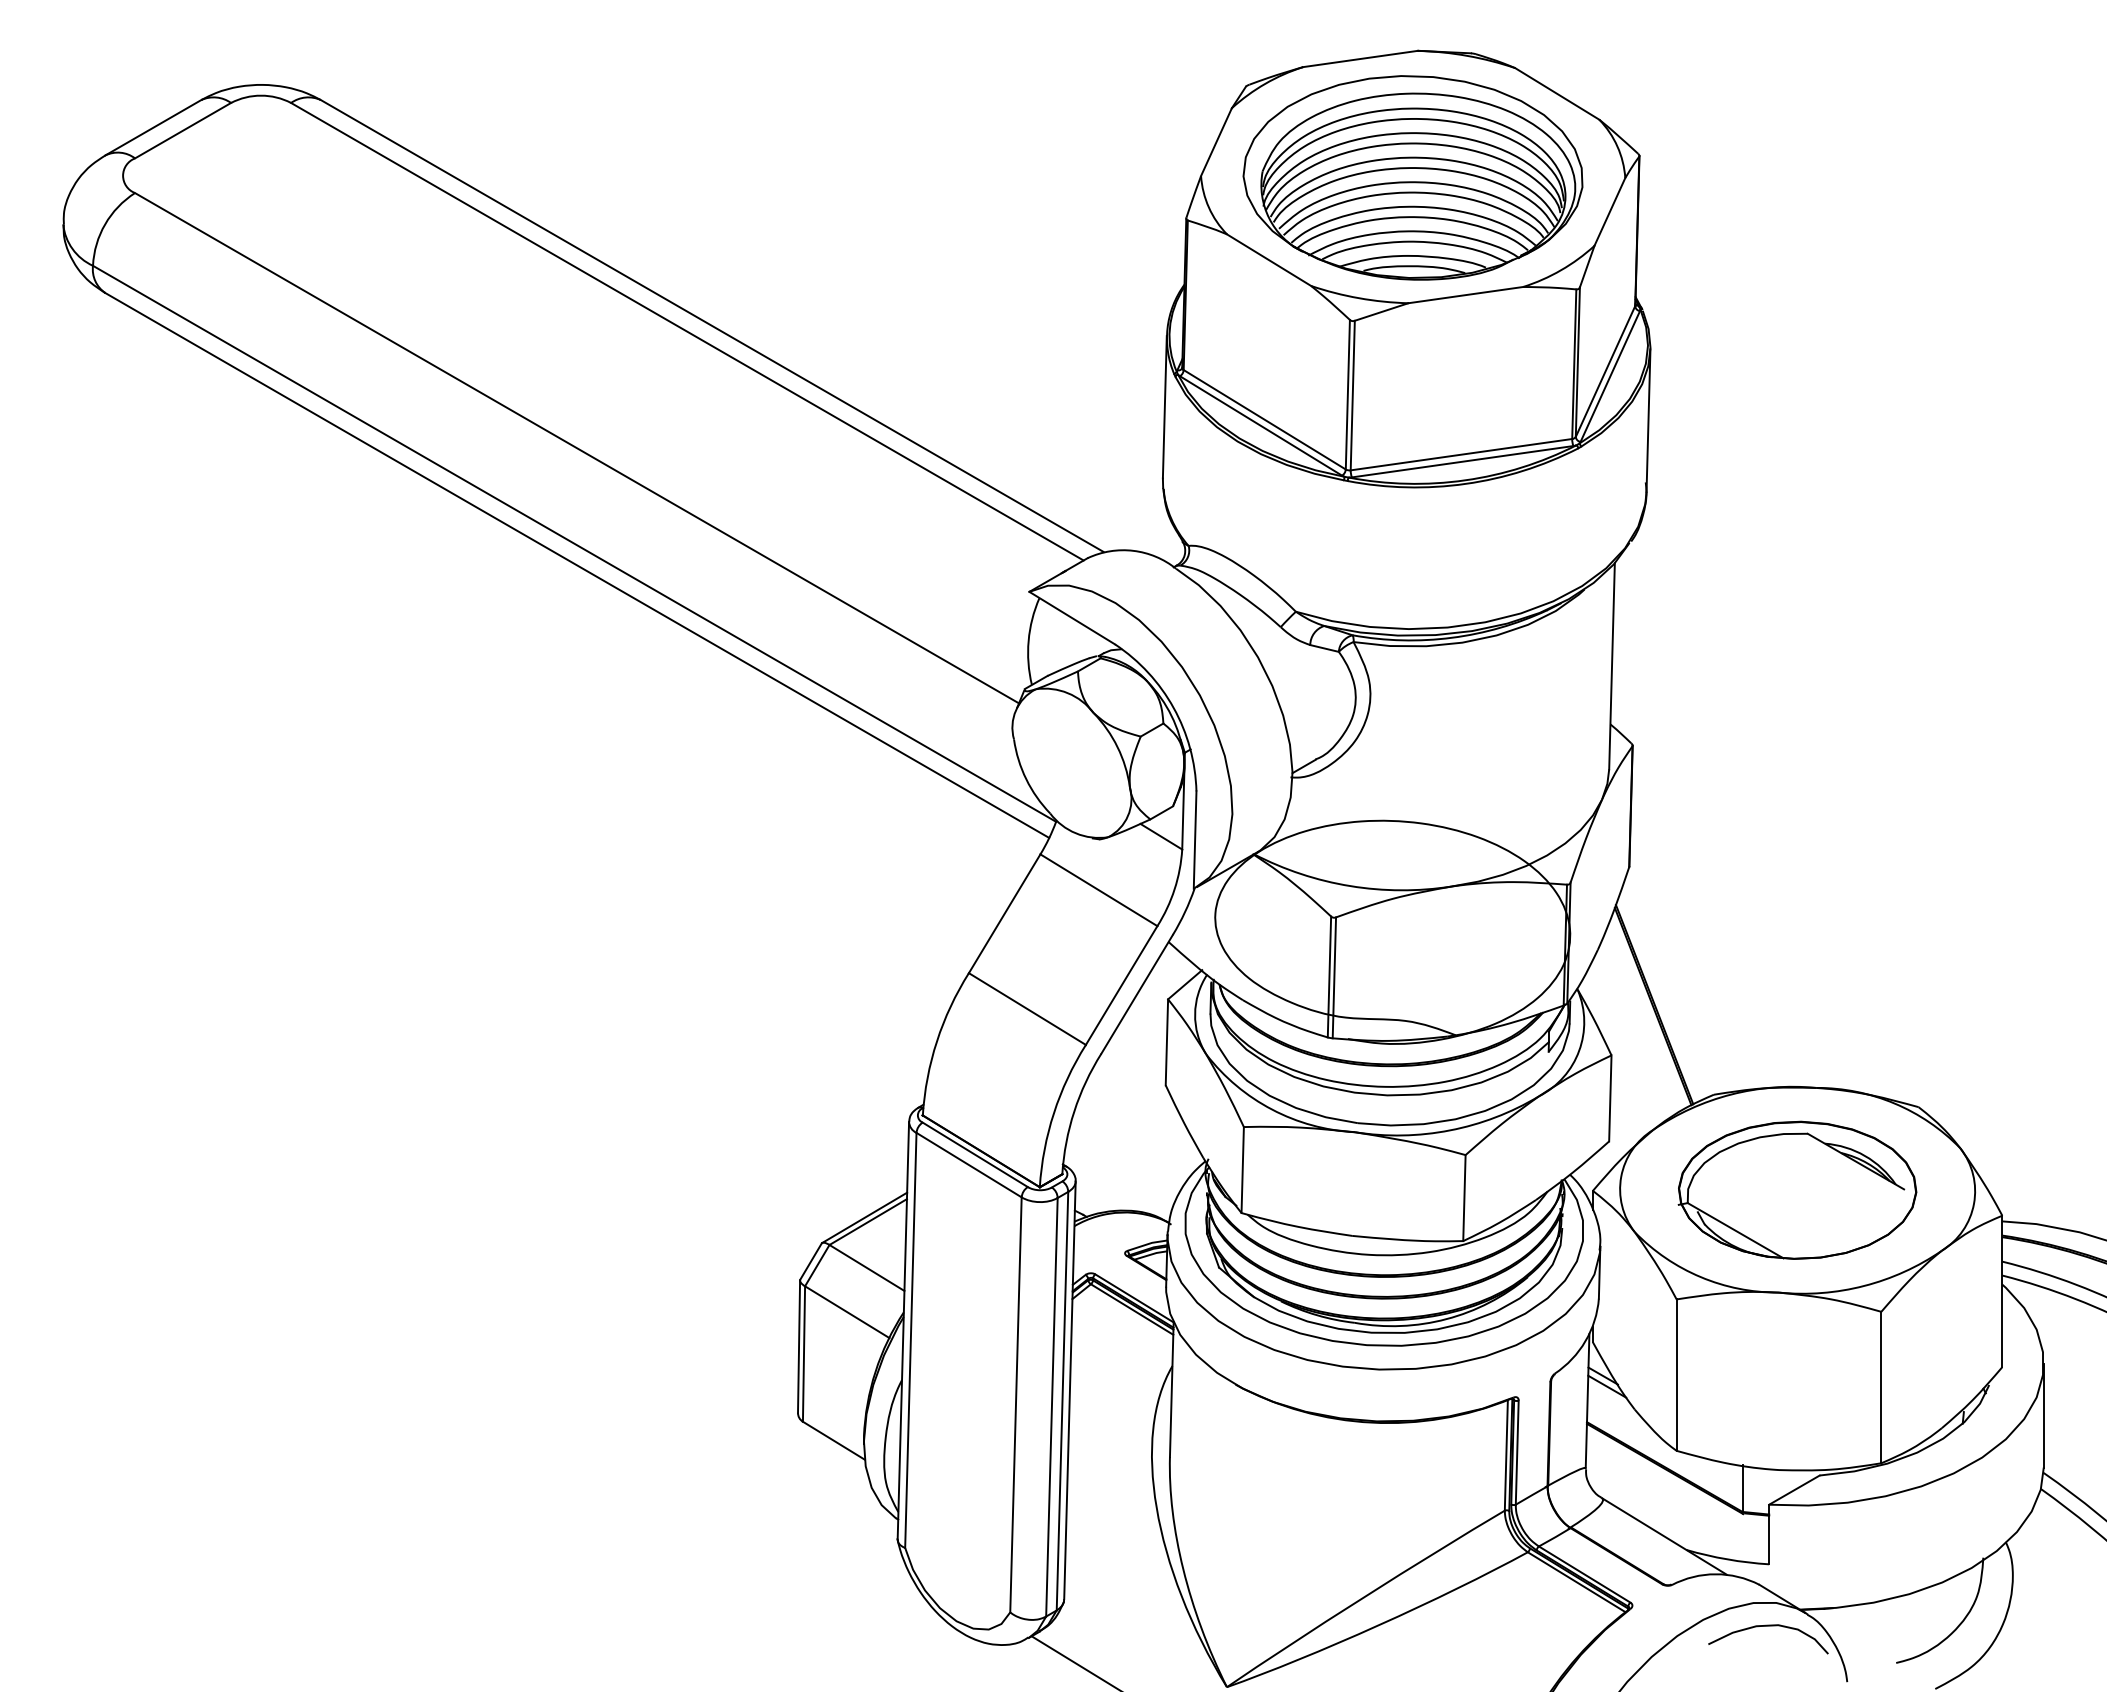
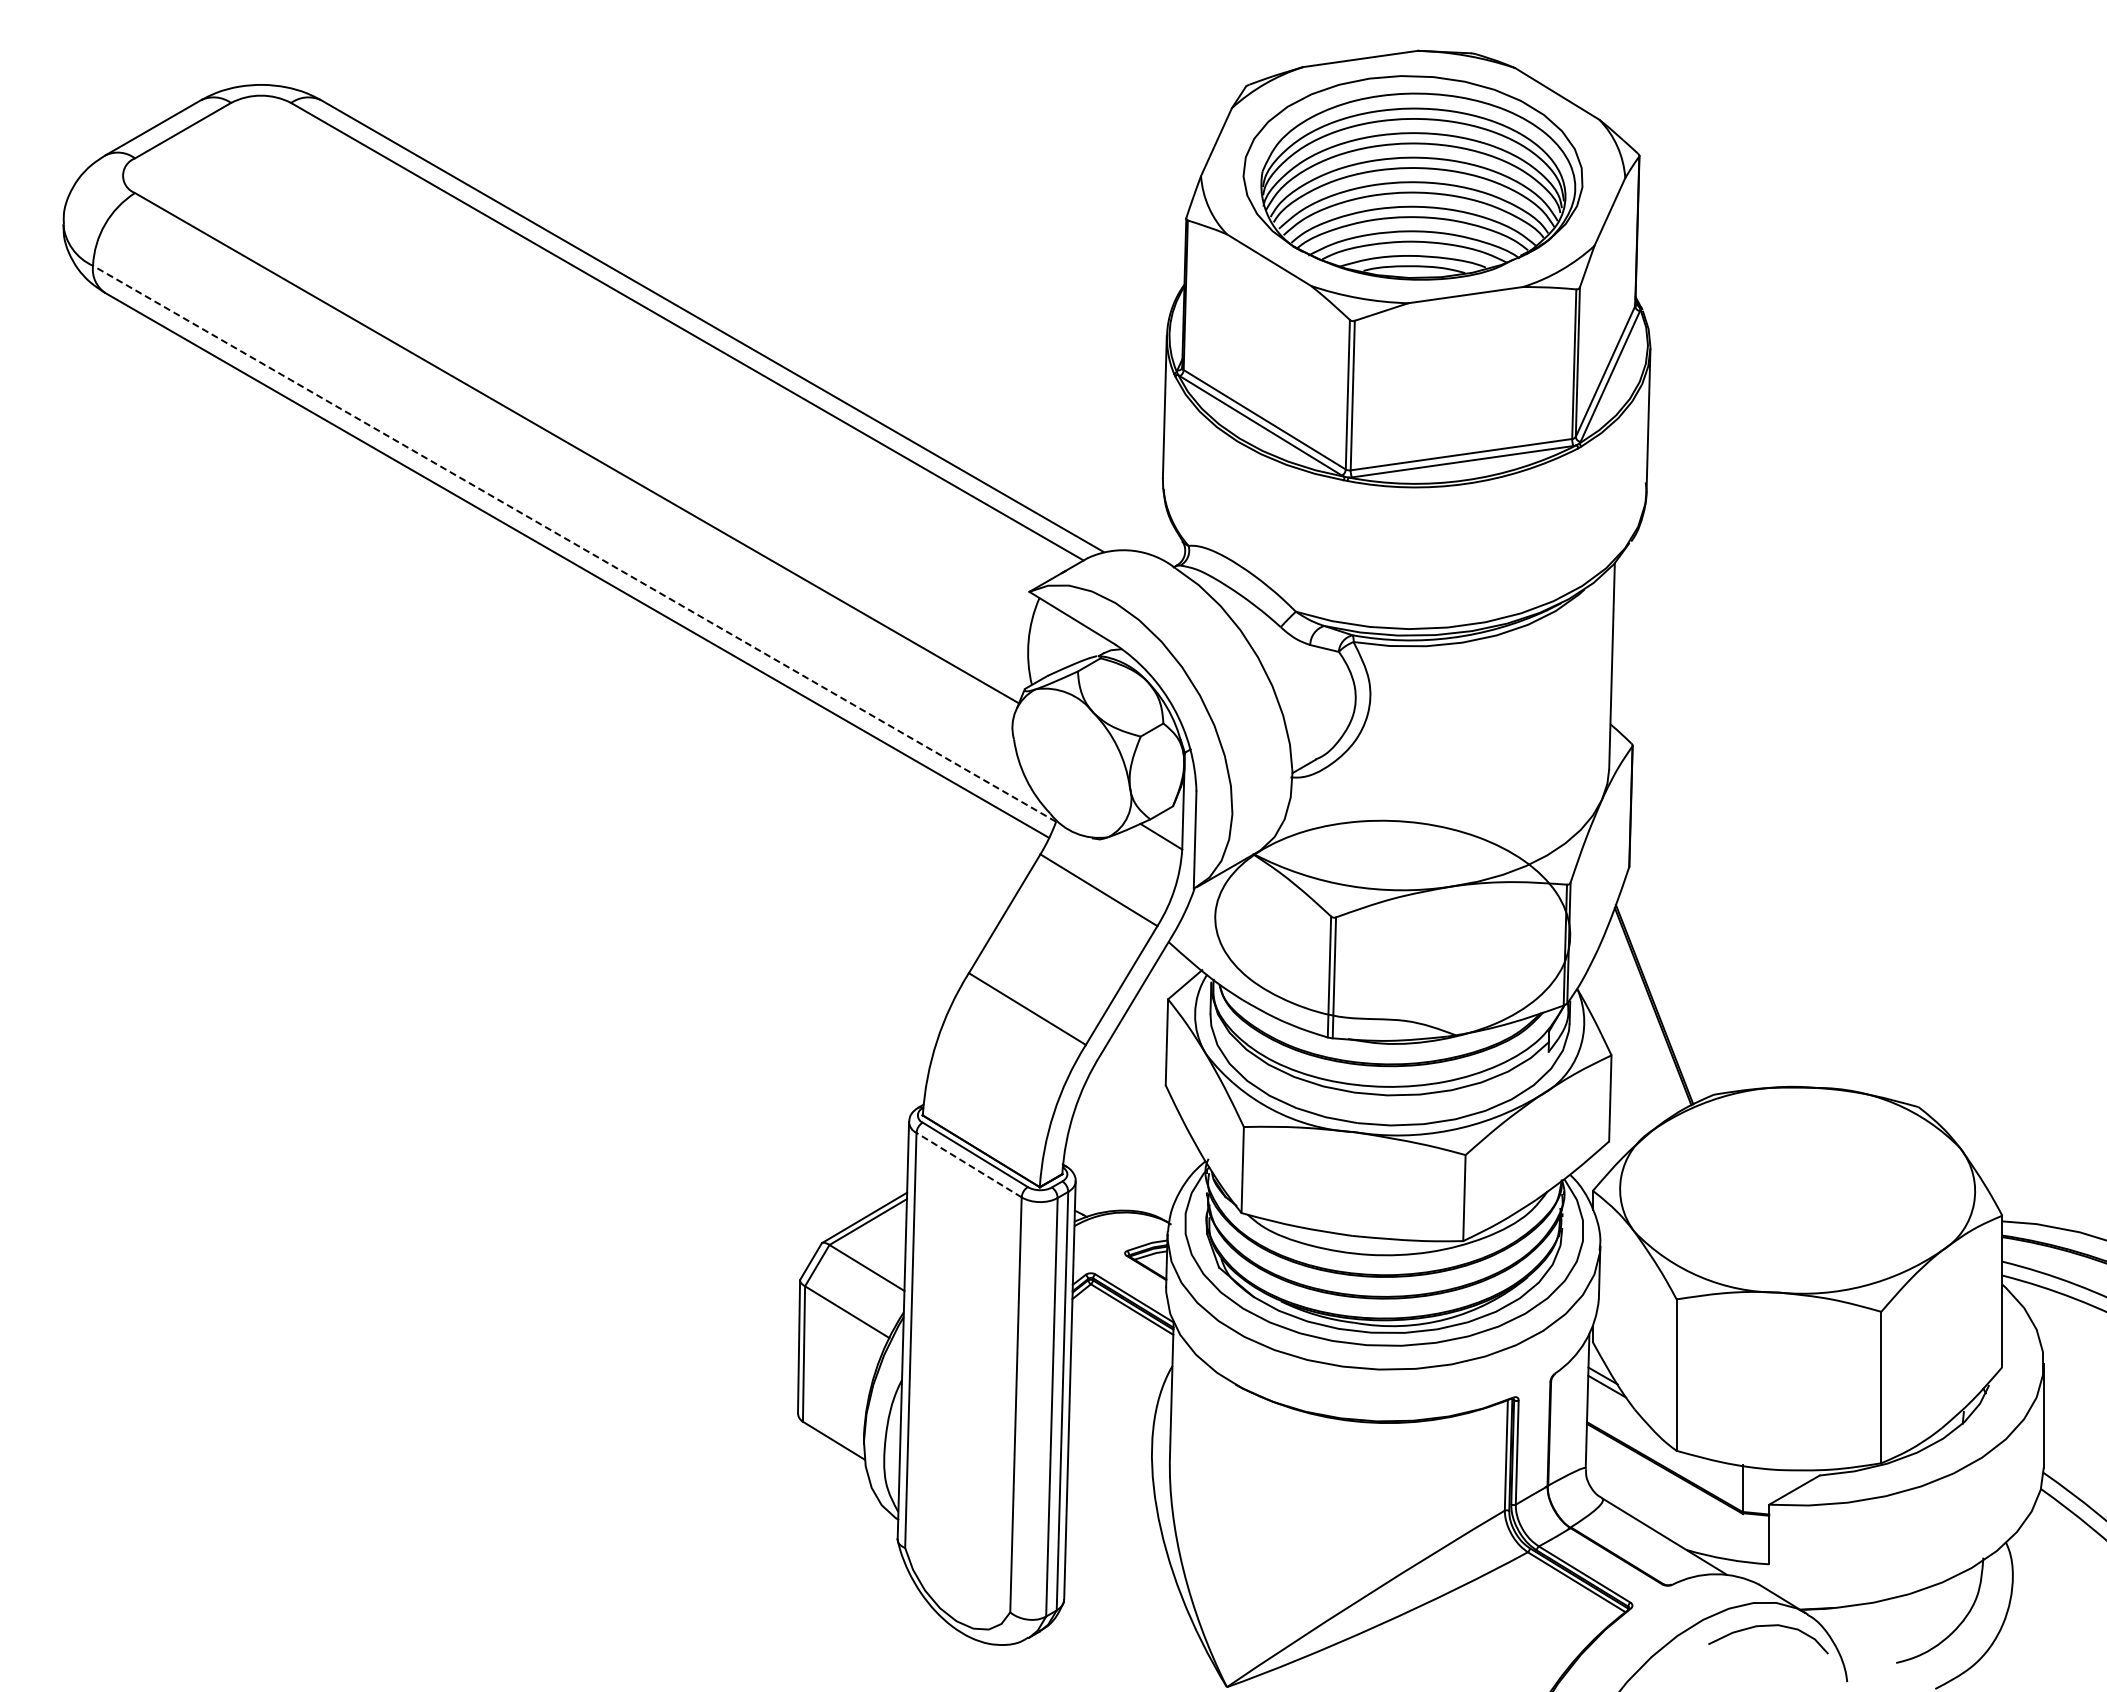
line at (574, 543): solid -> dashed
line at (969, 1165): solid -> dashed
part at (1797, 1189): present -> none
line at (1074, 1662): present -> none
